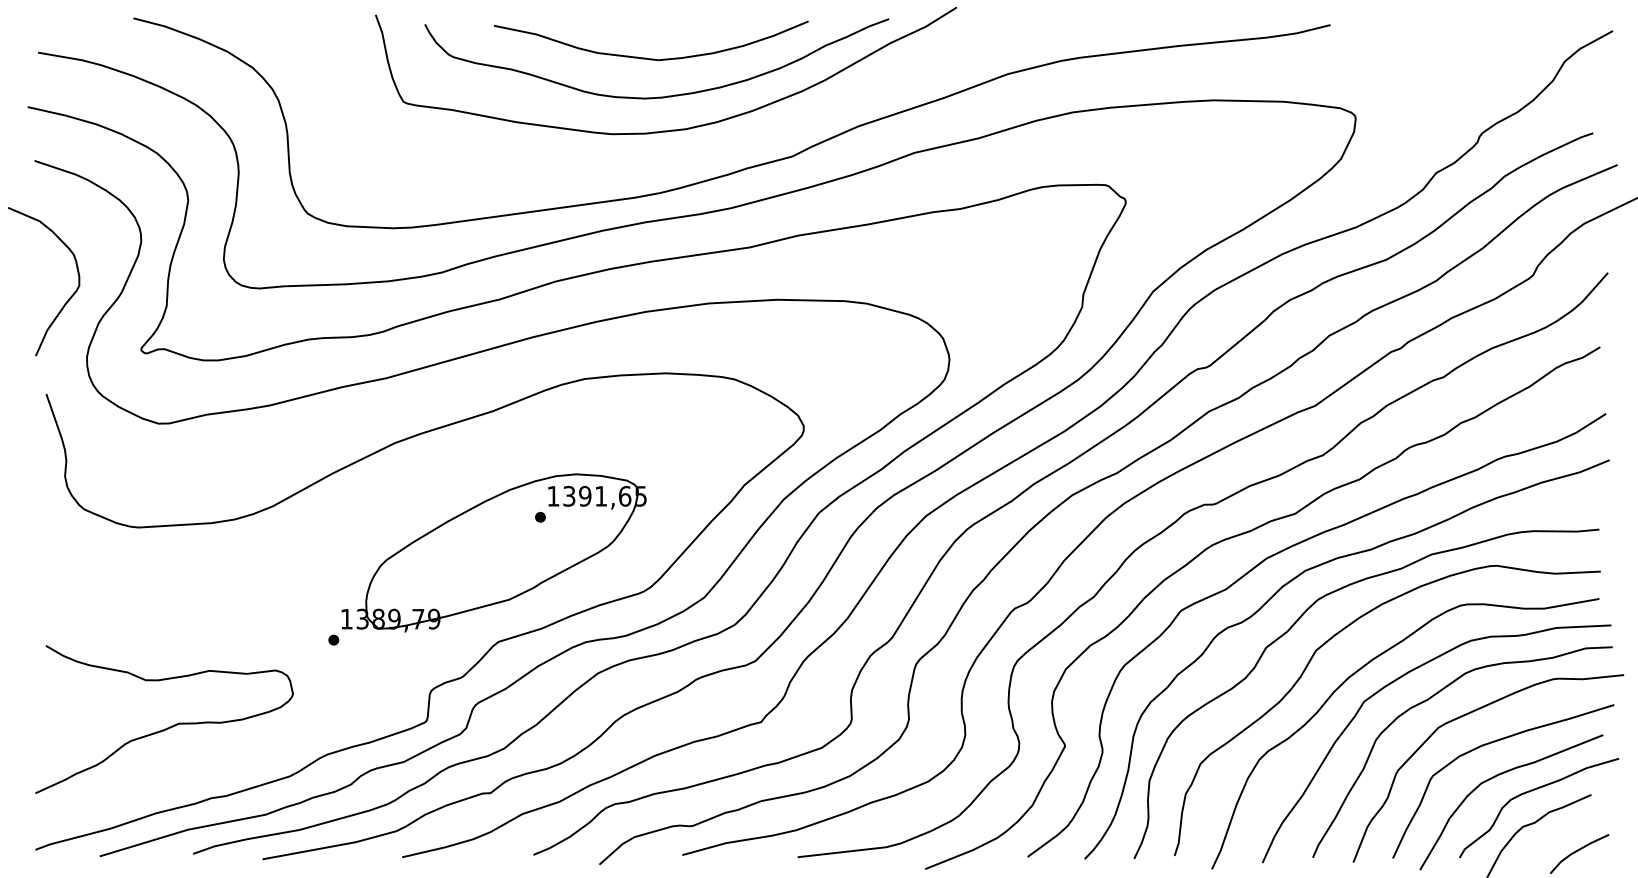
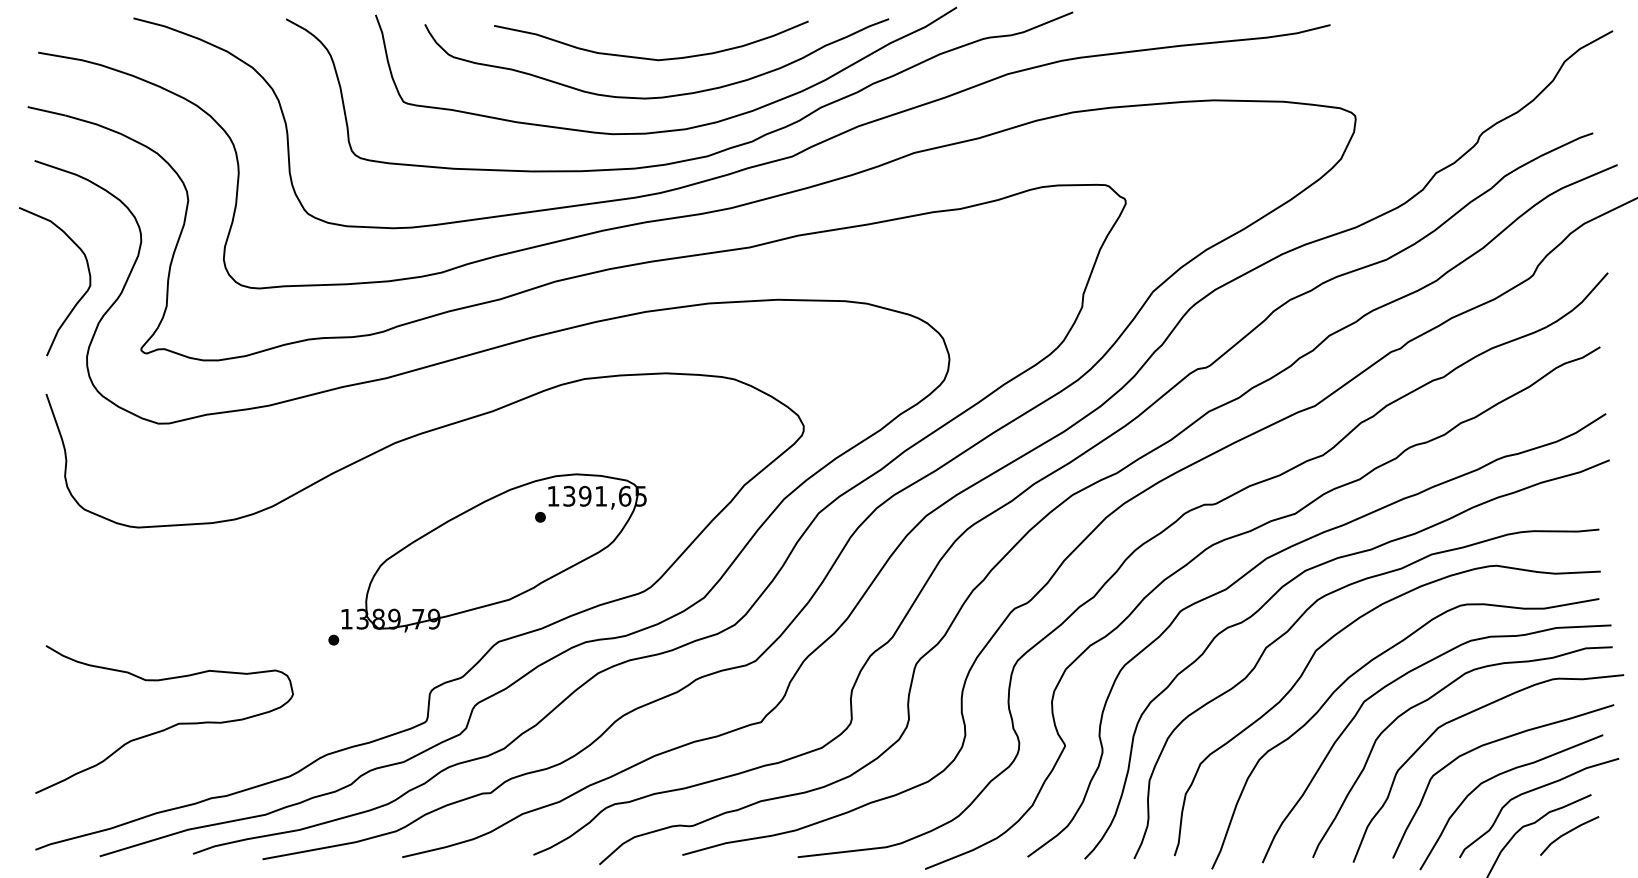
curve at (690, 158): none -> present
curve at (69, 297) position: (69, 297) -> (80, 297)
part at (1579, 853) position: (1579, 853) -> (1569, 835)
